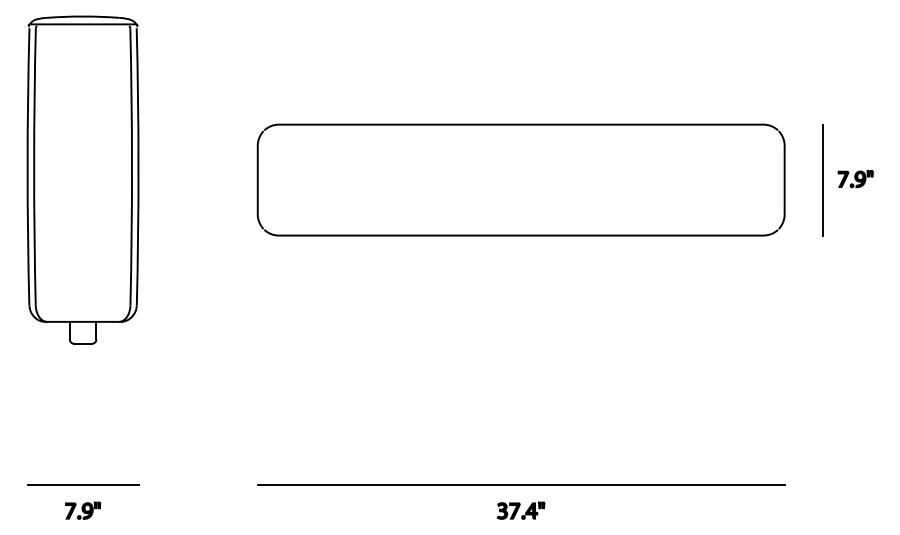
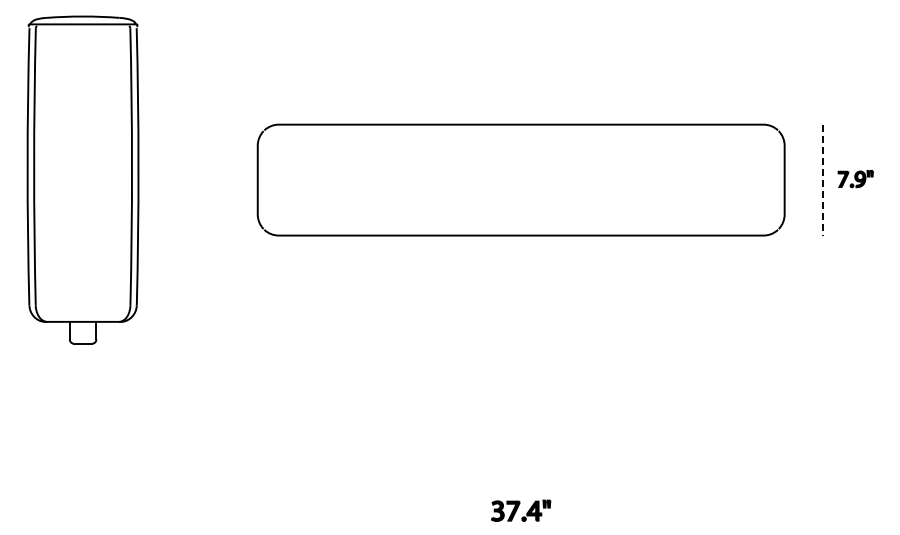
line at (823, 180): solid -> dashed
line at (83, 484): present -> none
line at (520, 485): present -> none
part at (83, 510): present -> none
part at (520, 510) size: 50x19 px -> 61x23 px
